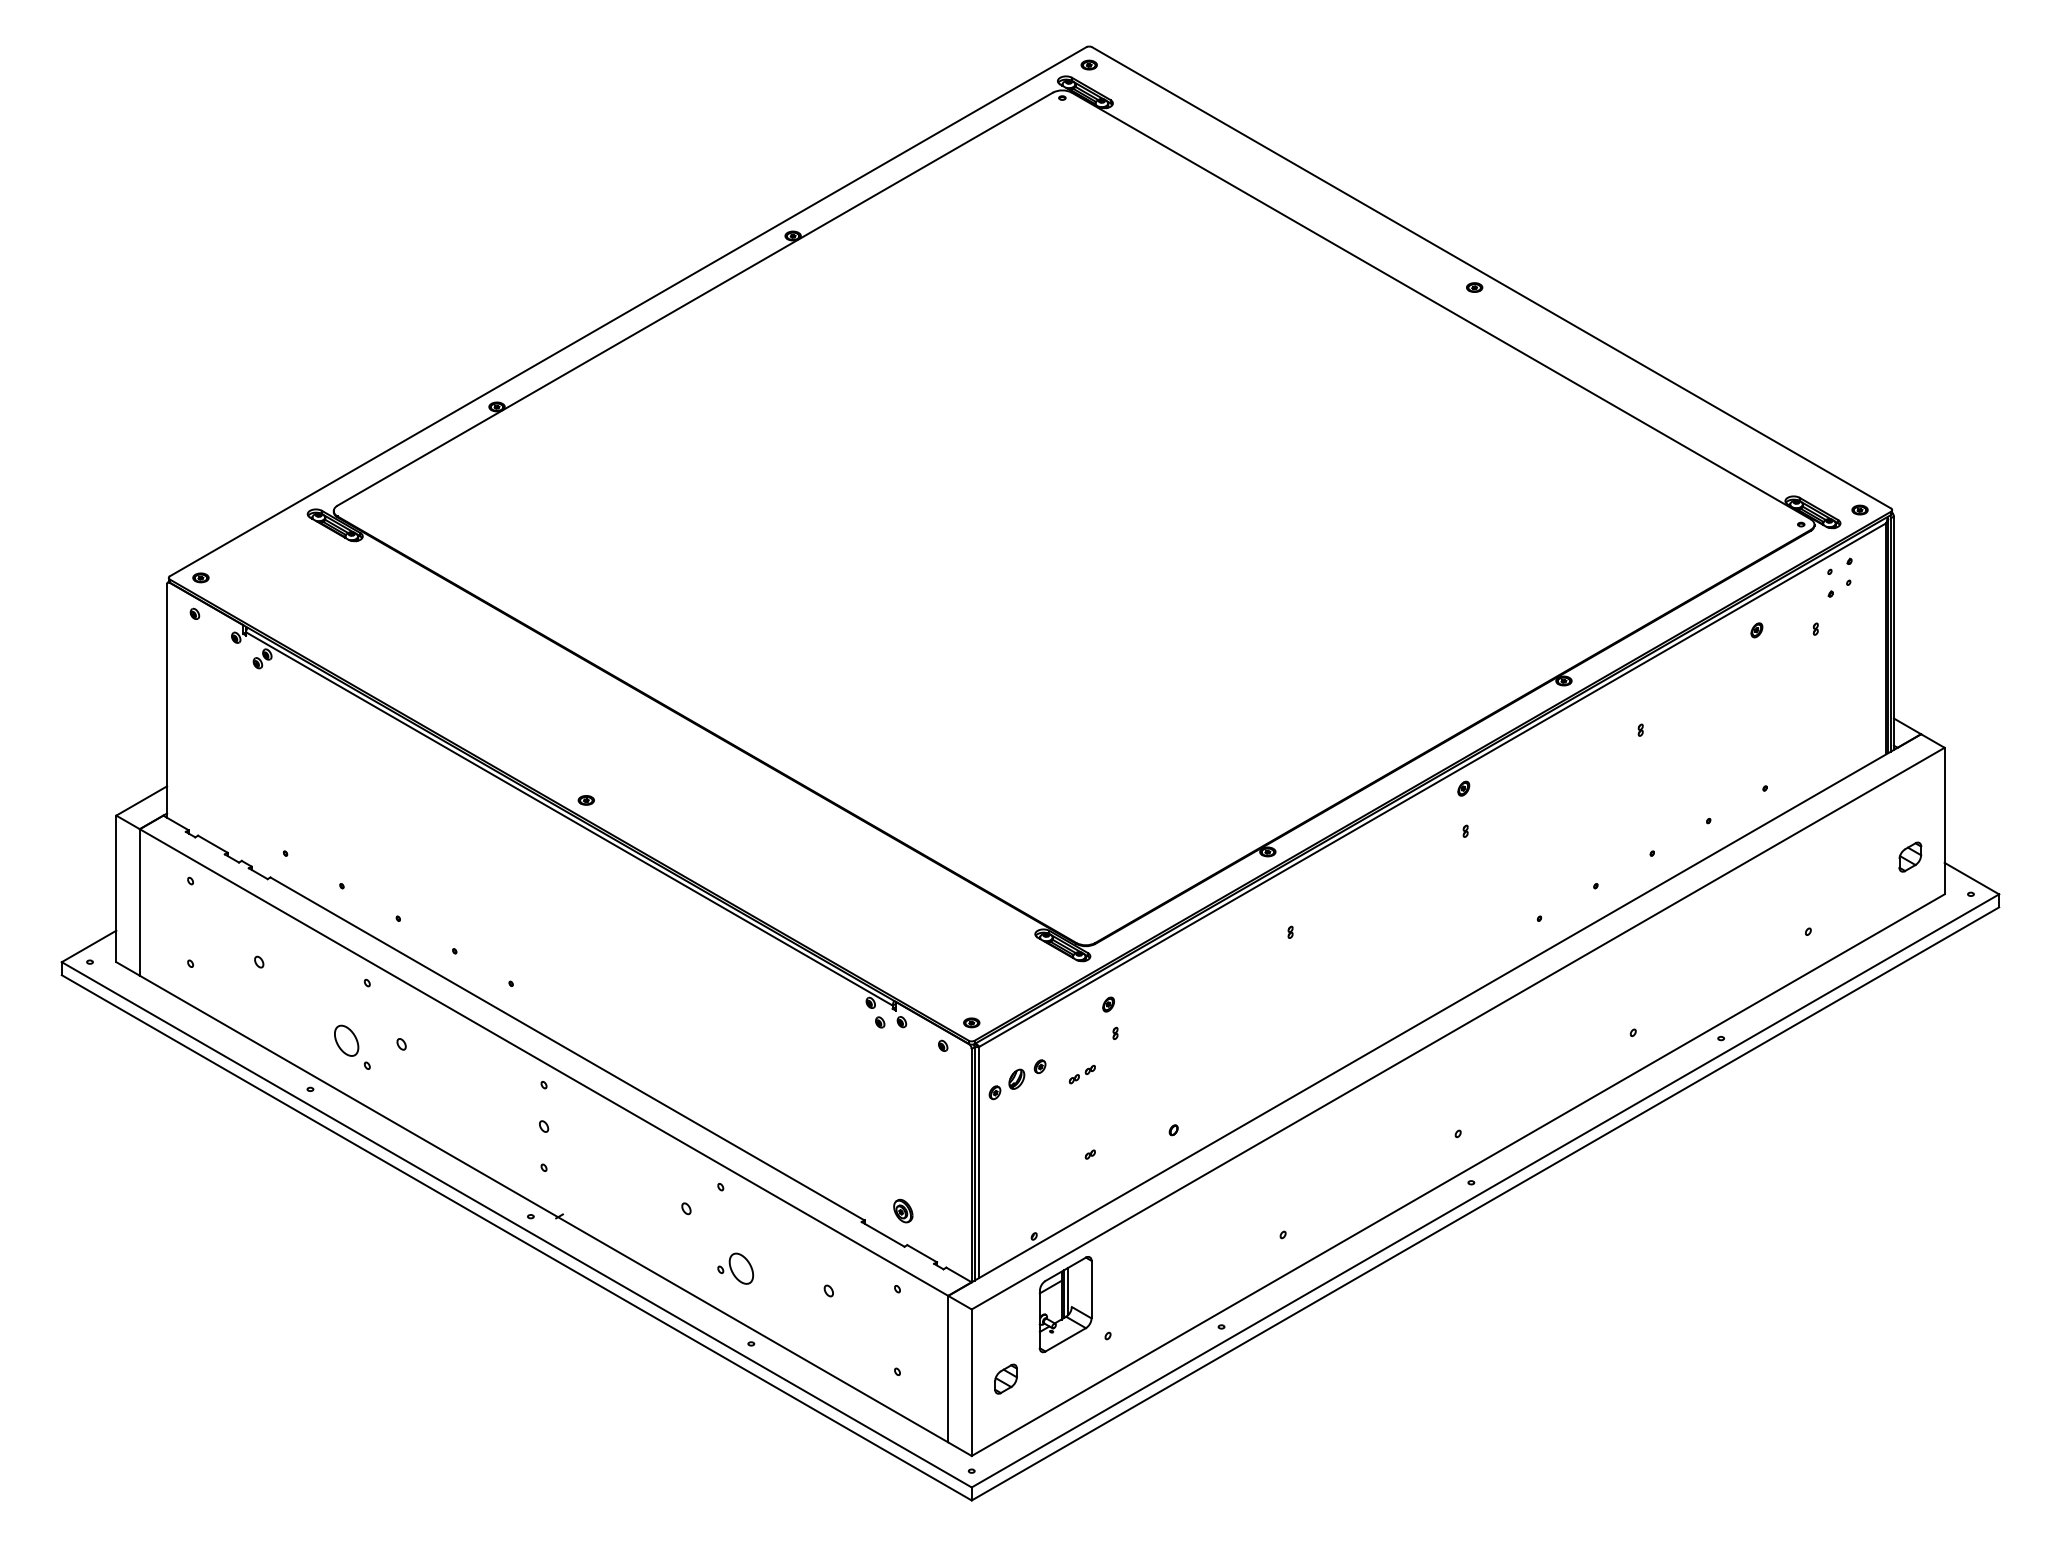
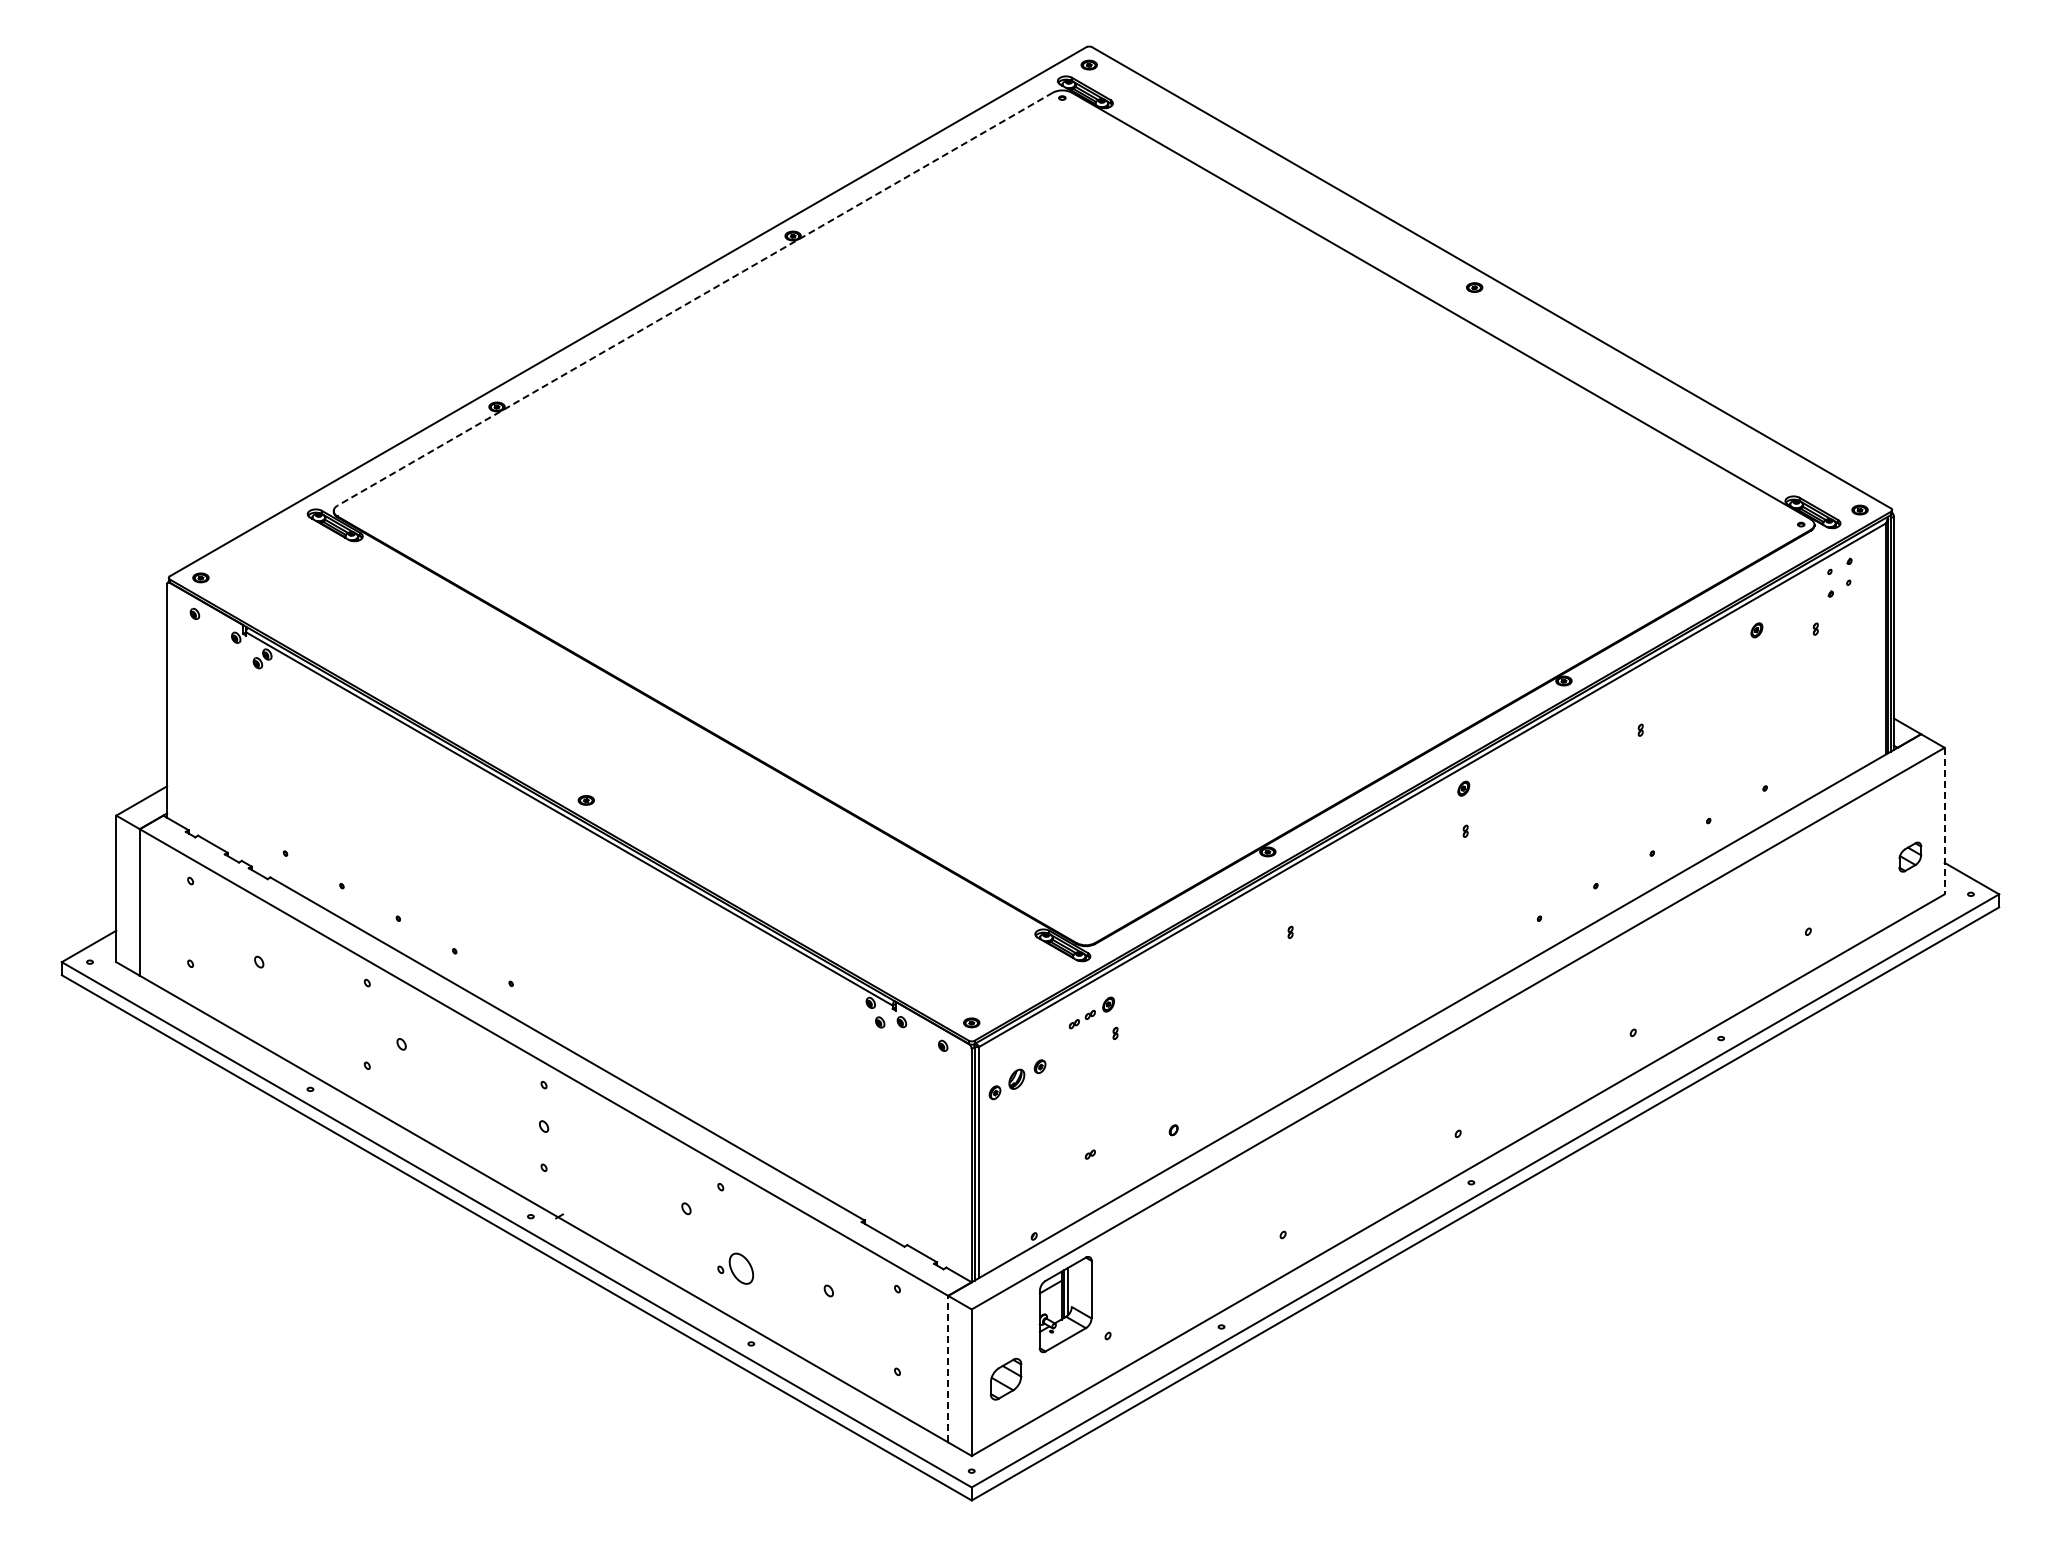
line at (695, 299): solid -> dashed
line at (1944, 821): solid -> dashed
part at (346, 1040): present -> none
part at (1081, 1074) position: (1081, 1074) -> (1081, 1019)
part at (903, 1210): present -> none
line at (948, 1368): solid -> dashed
part at (1005, 1378) size: 24x32 px -> 34x44 px
